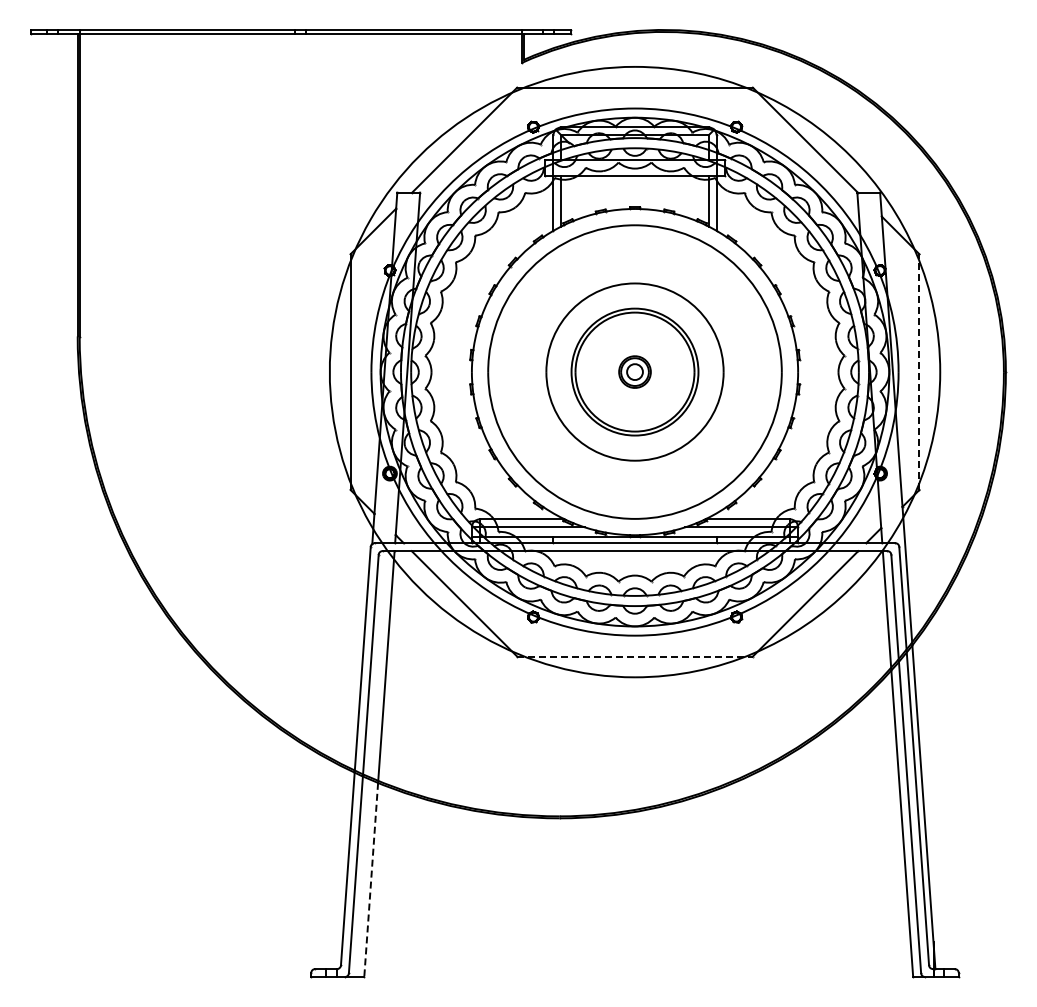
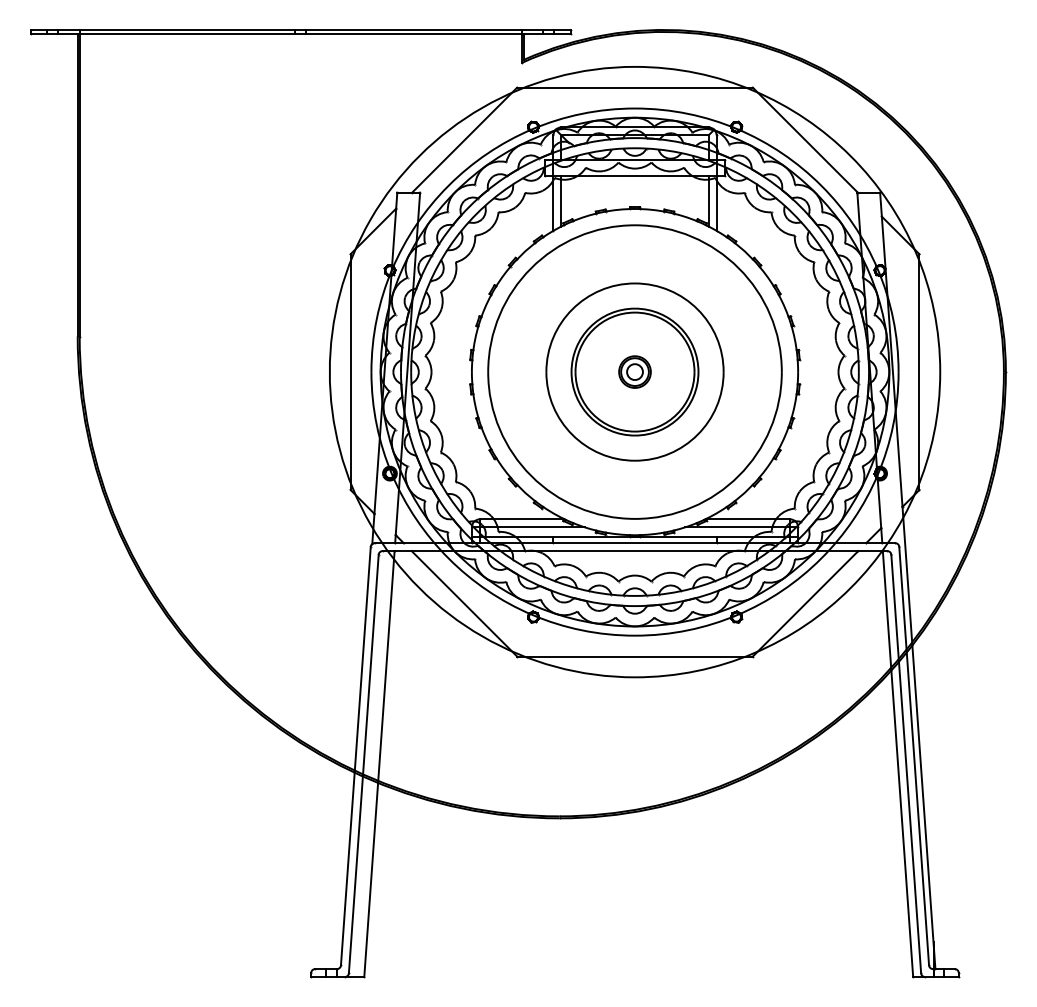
line at (919, 372): dashed -> solid
line at (635, 656): dashed -> solid
line at (371, 880): dashed -> solid
